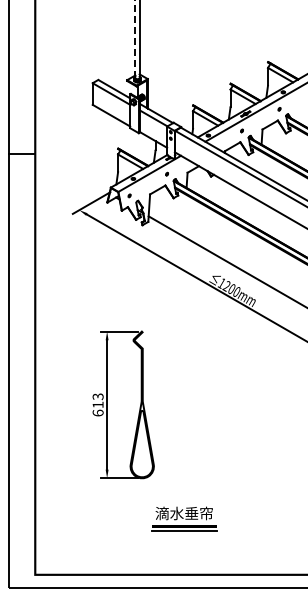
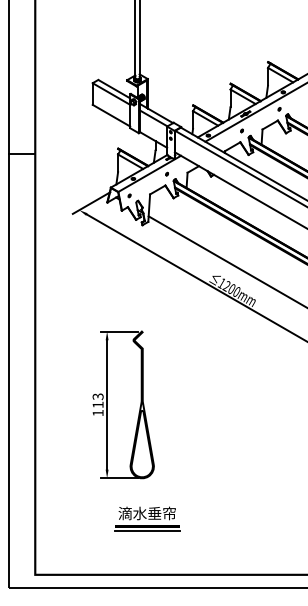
line at (135, 39): dashed -> solid
text at (97, 412): 613 -> 113
part at (184, 518) position: (184, 518) -> (147, 518)
